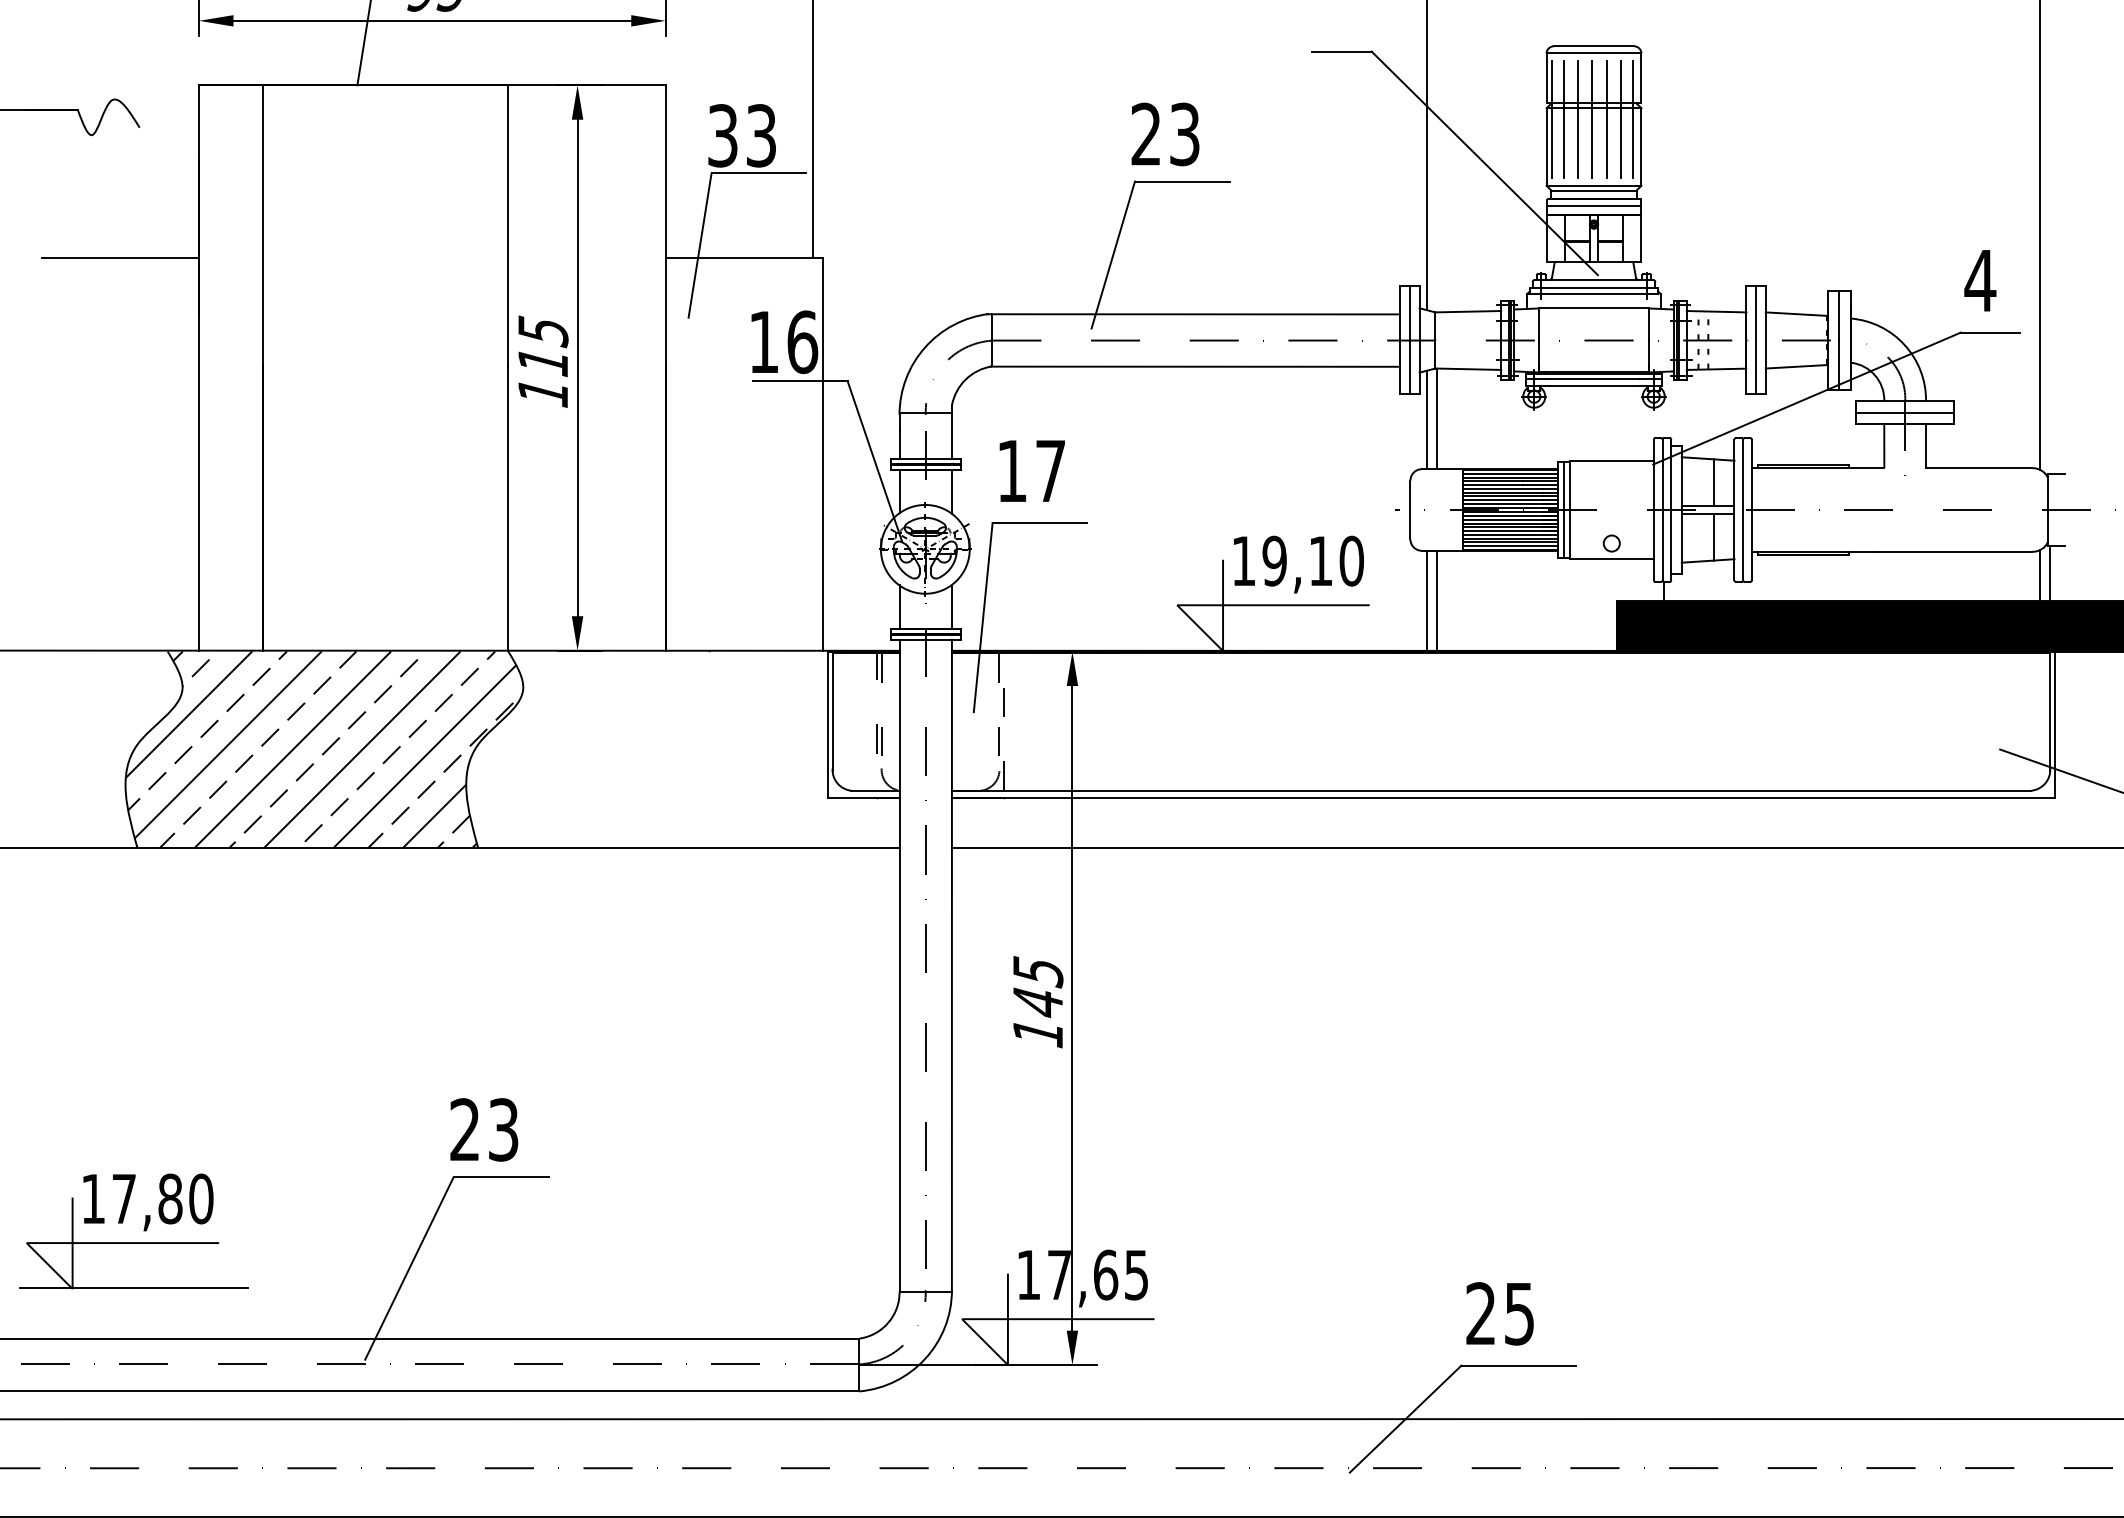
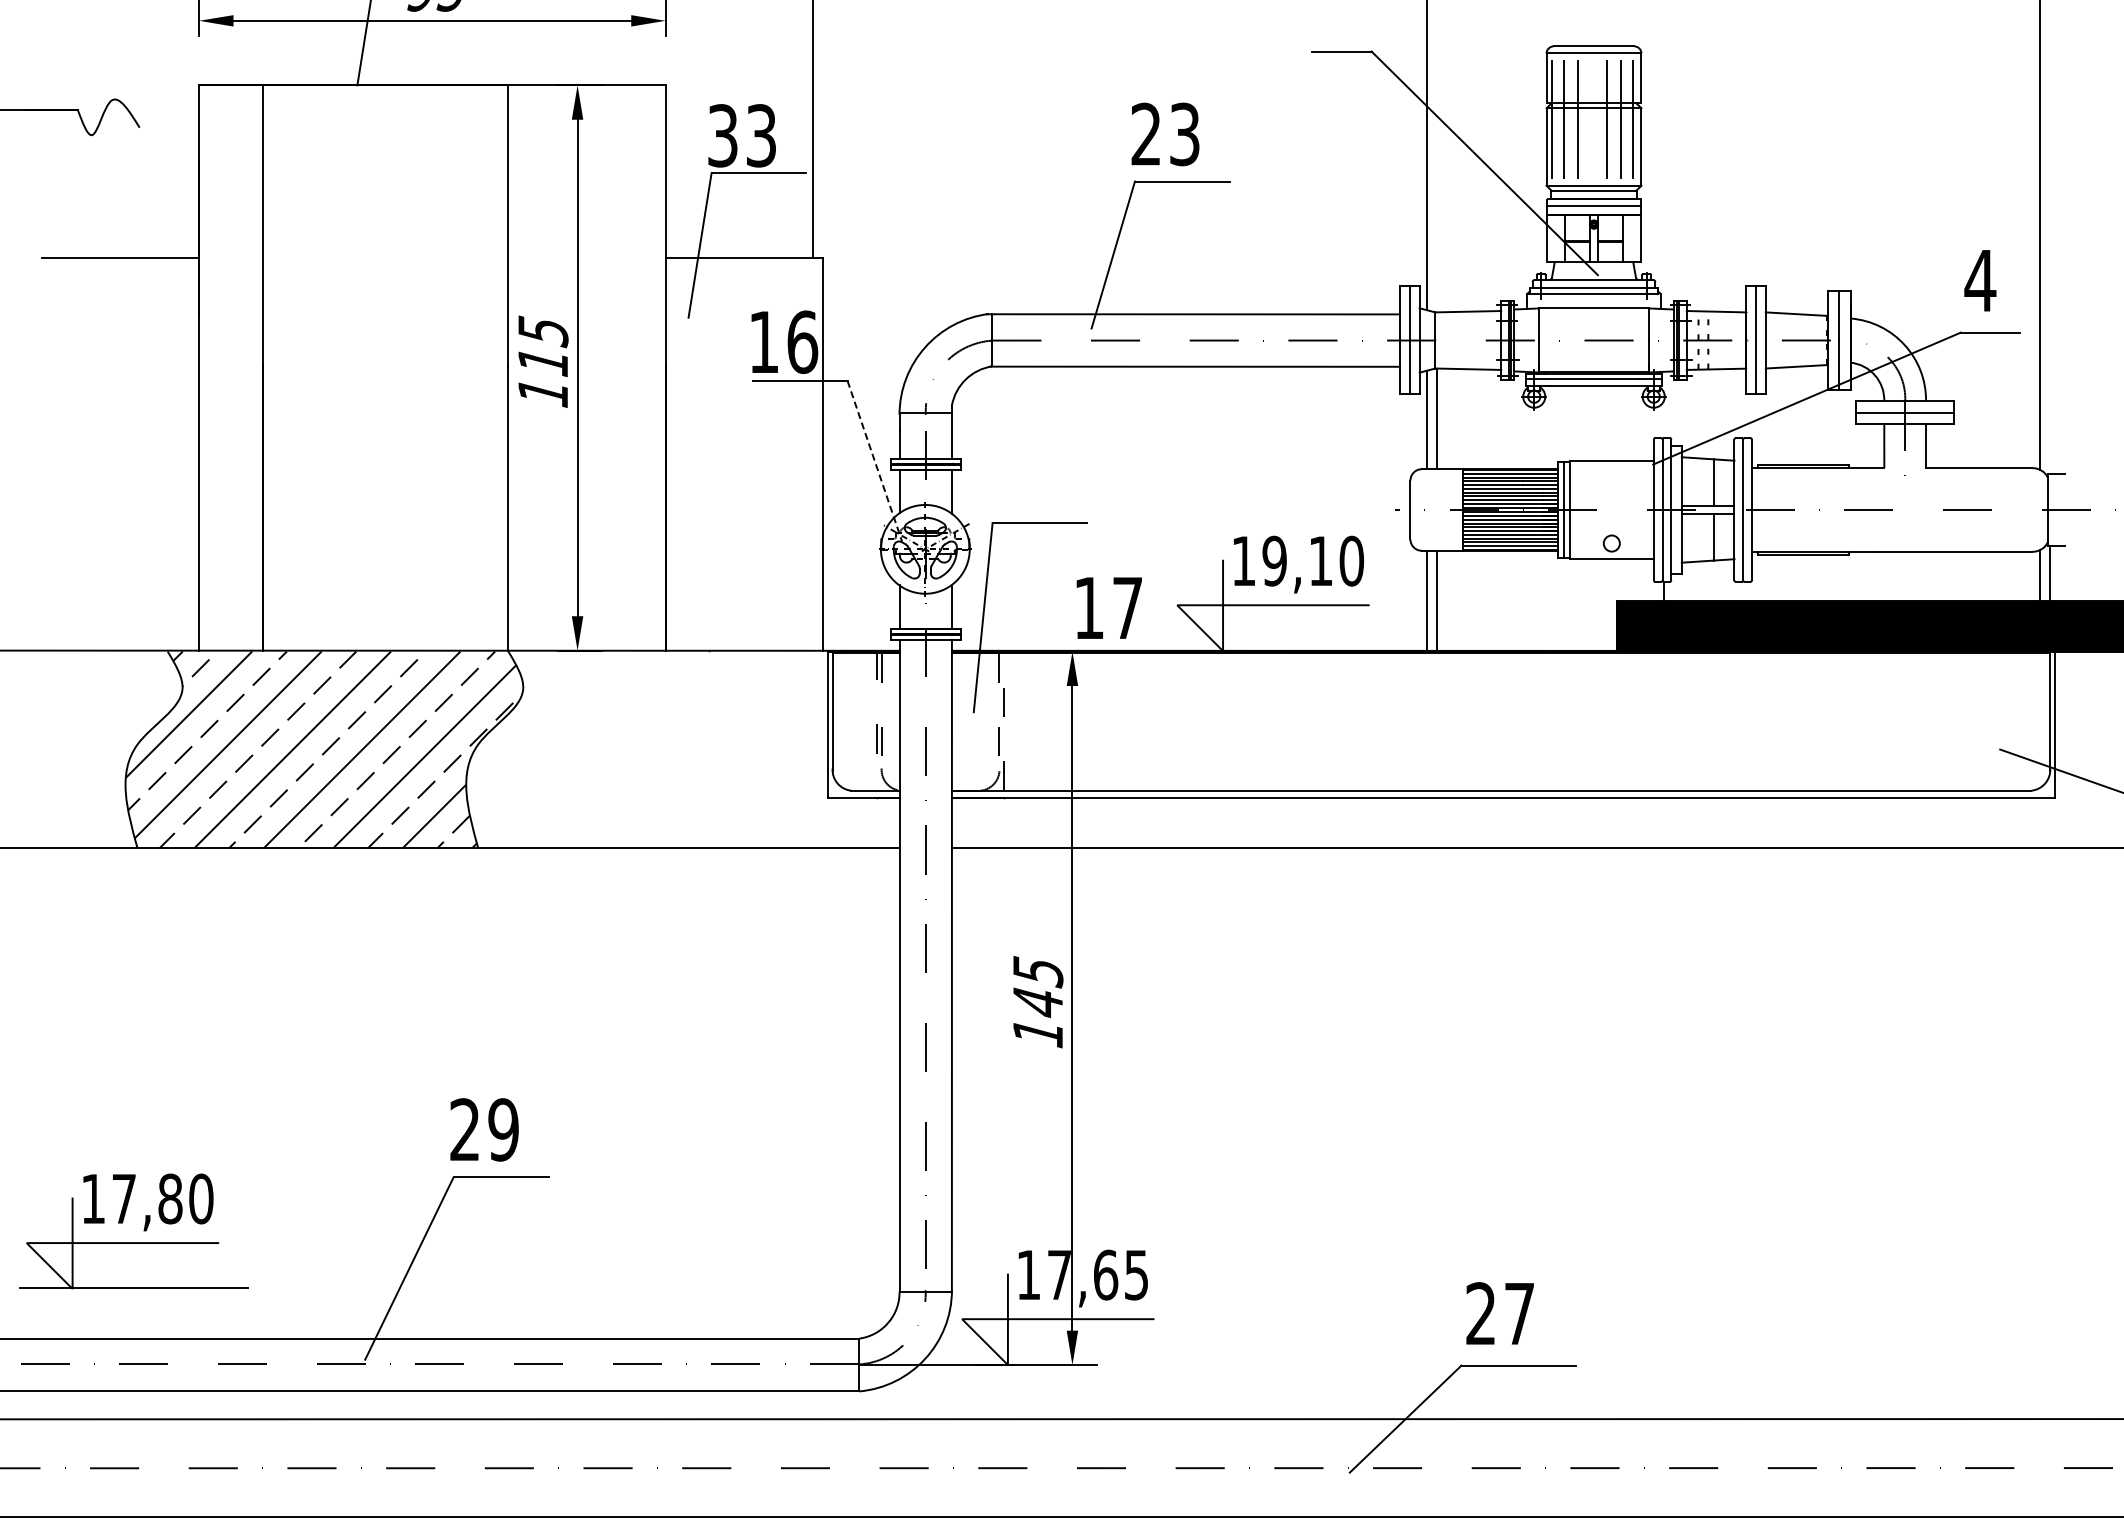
line at (1592, 119): present -> none
line at (874, 461): solid -> dashed
text at (1031, 470) position: (1031, 470) -> (1108, 607)
text at (503, 1129): 23 -> 29
text at (1519, 1314): 25 -> 27
